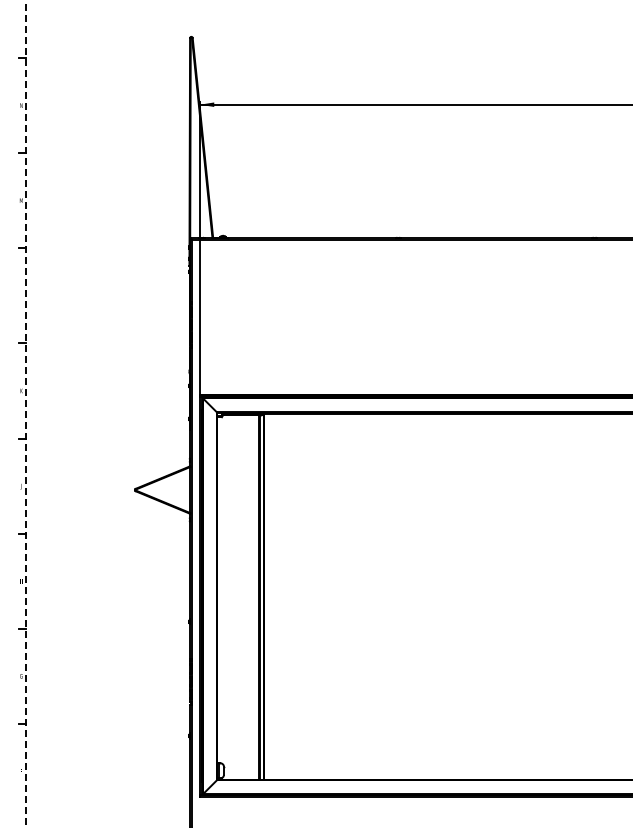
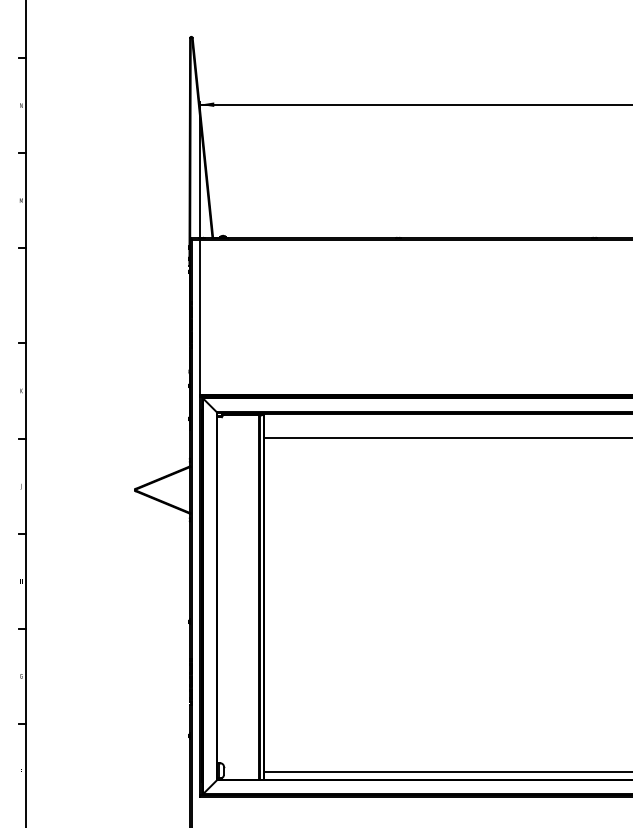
line at (26, 413): dashed -> solid
line at (446, 438): none -> present
line at (446, 771): none -> present
